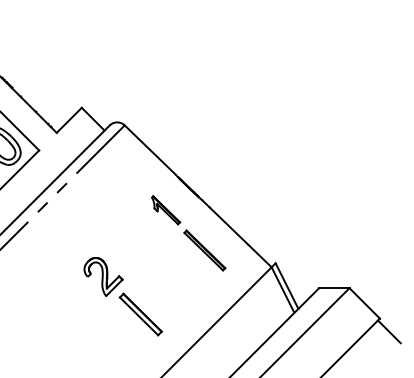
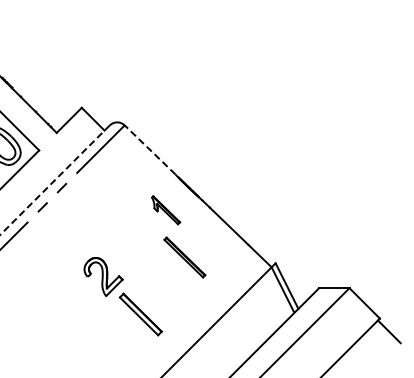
line at (149, 149): solid -> dashed
line at (55, 179): solid -> dashed
part at (204, 250) position: (204, 250) -> (184, 257)
